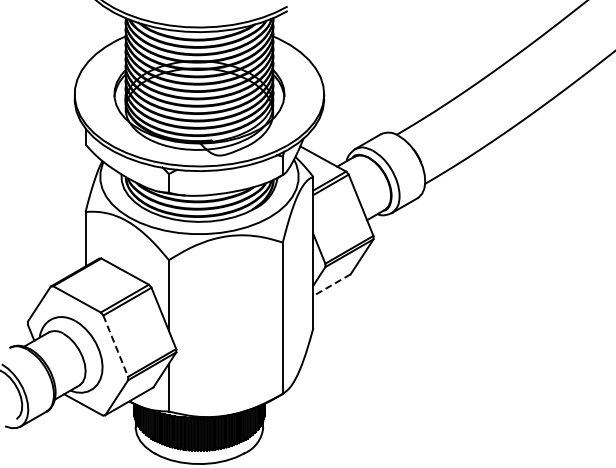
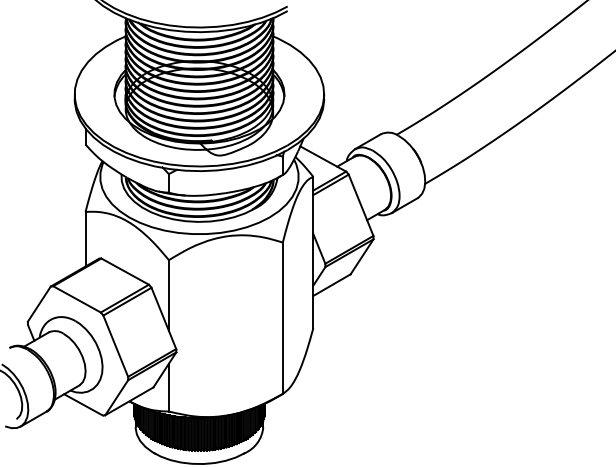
line at (332, 285): dashed -> solid
line at (115, 346): dashed -> solid
